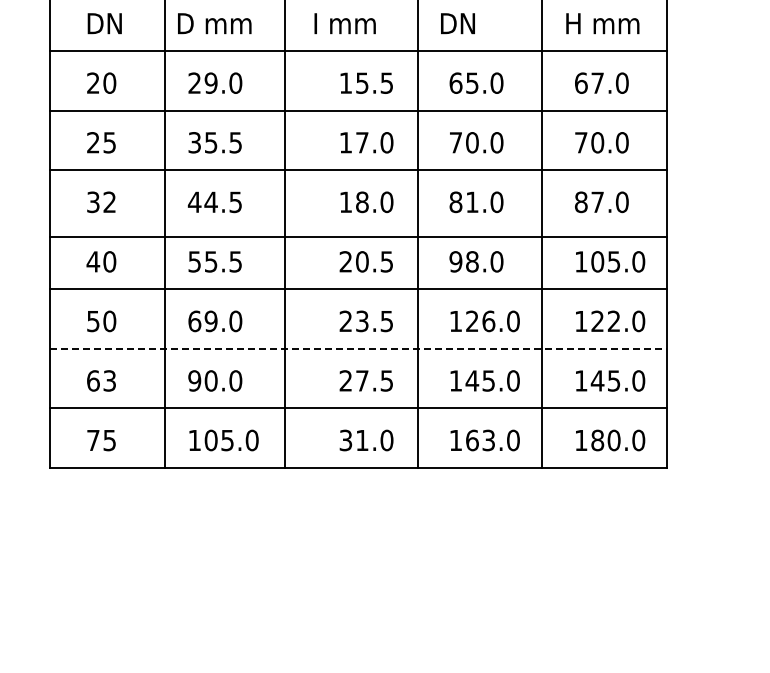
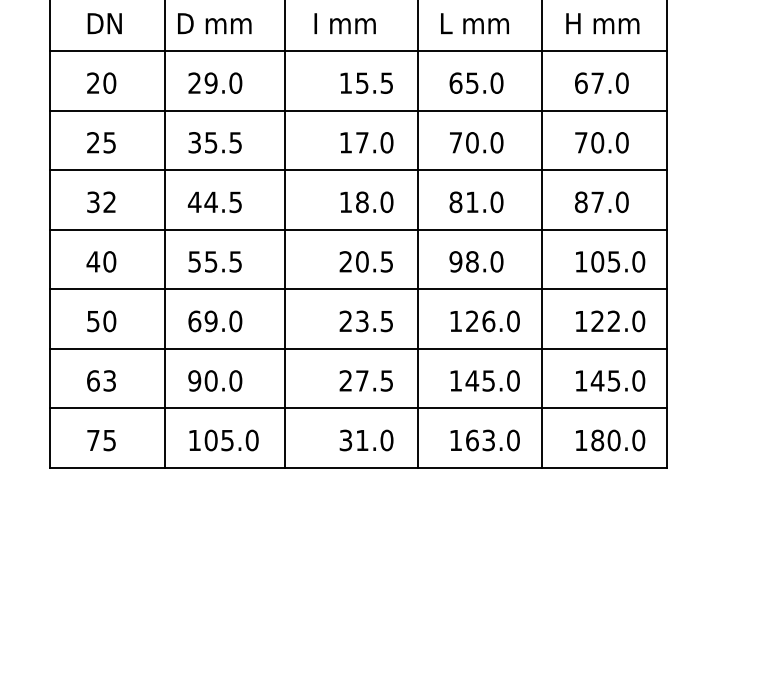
text at (475, 23): DN -> L mm
line at (358, 236) position: (358, 236) -> (358, 229)
line at (358, 348): dashed -> solid
